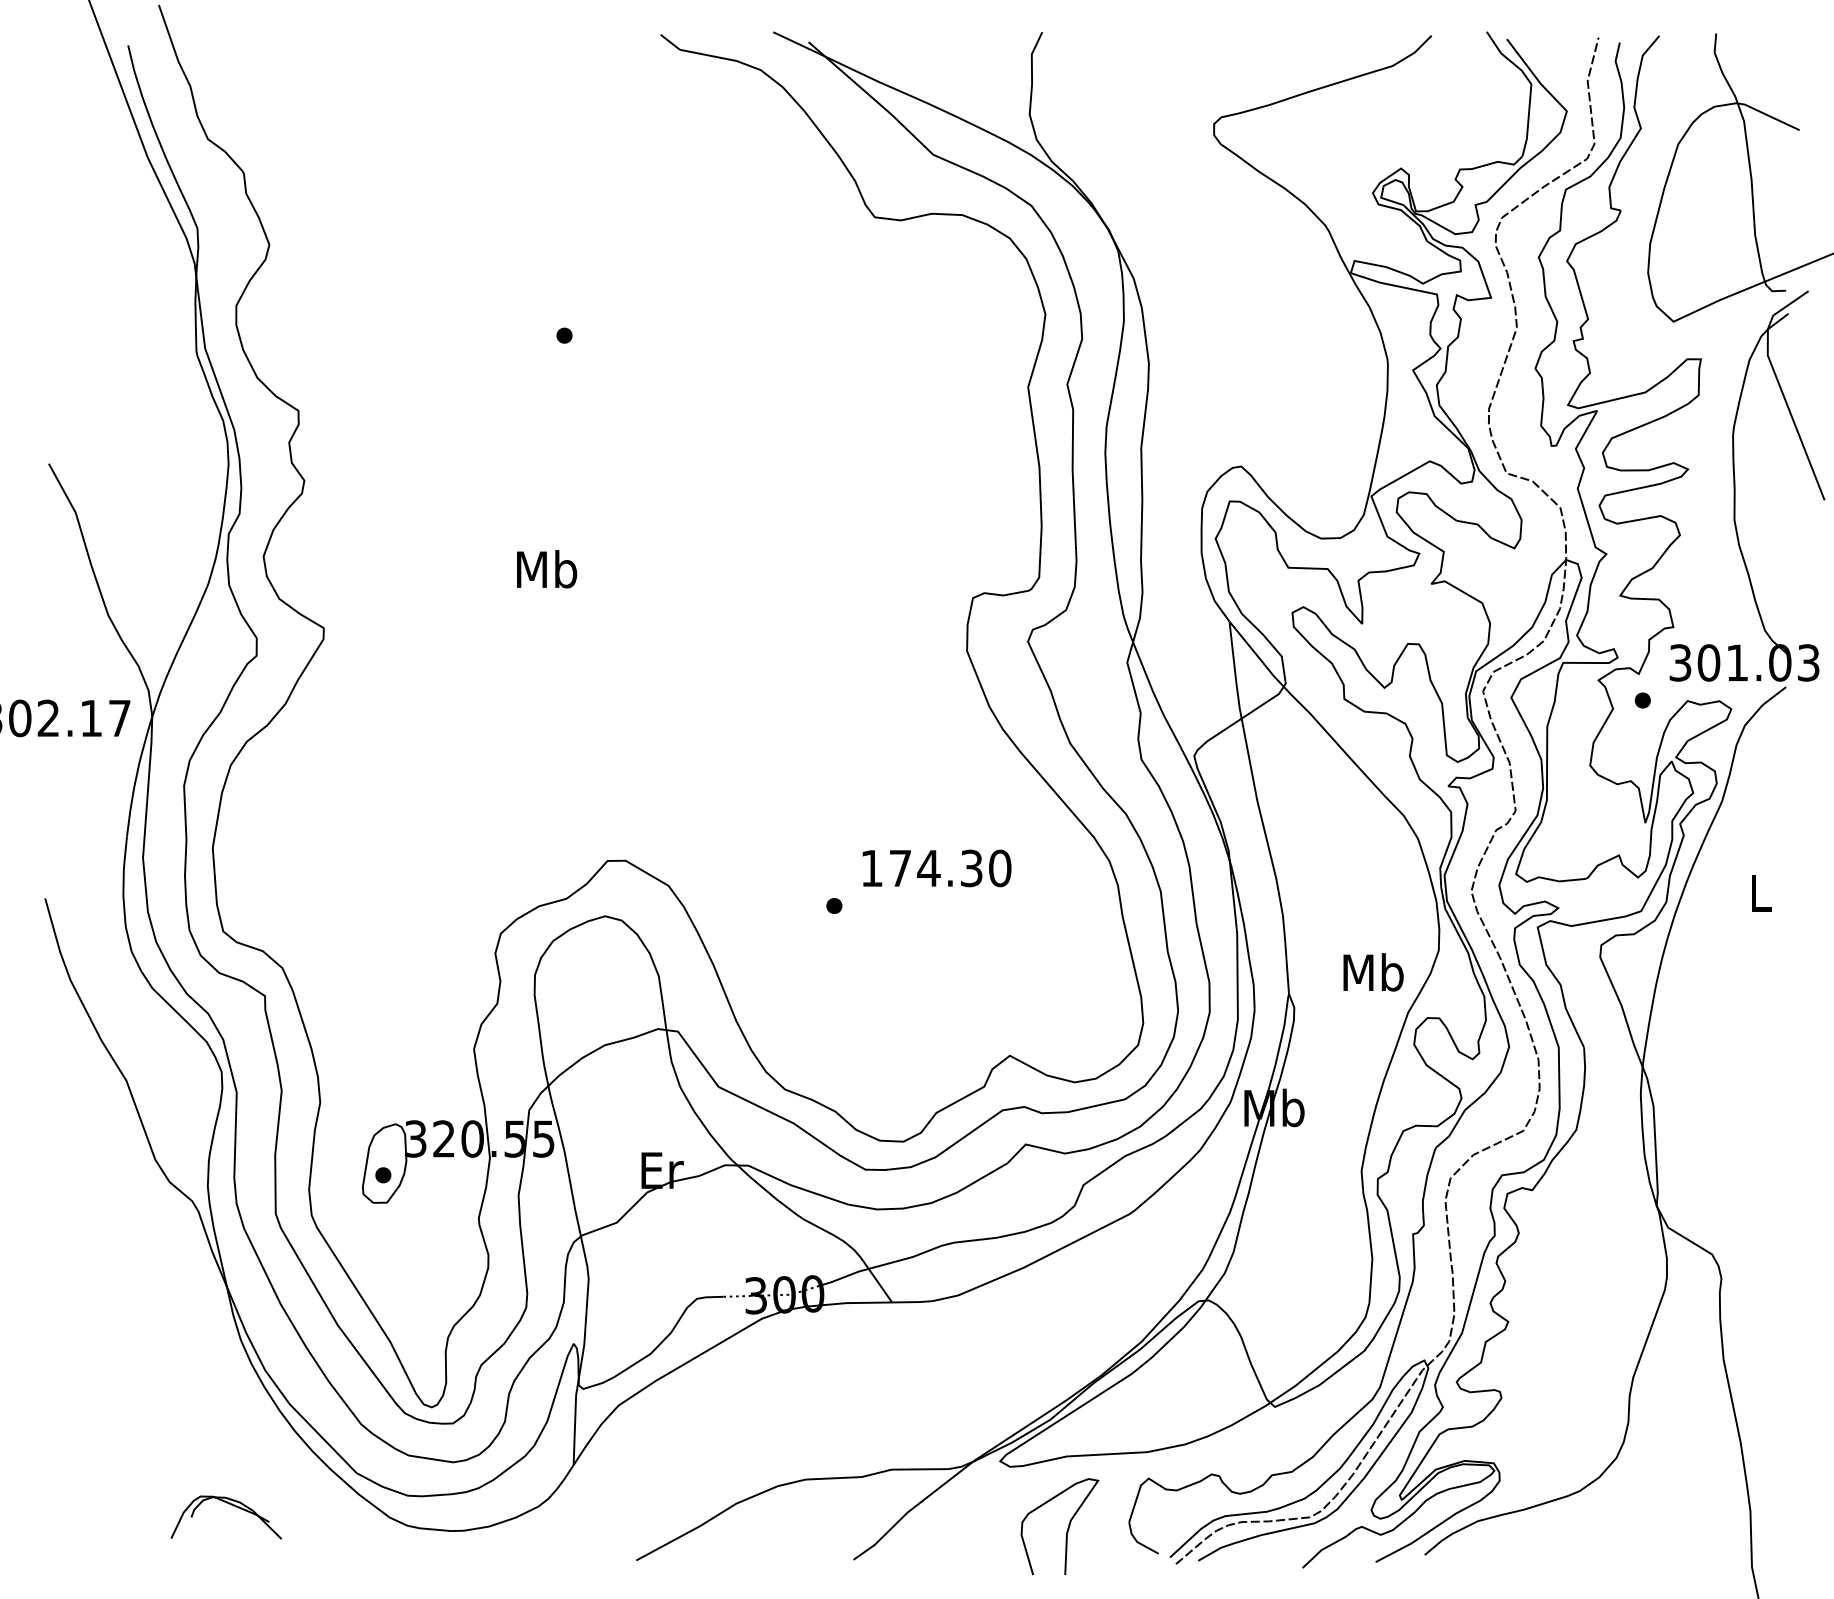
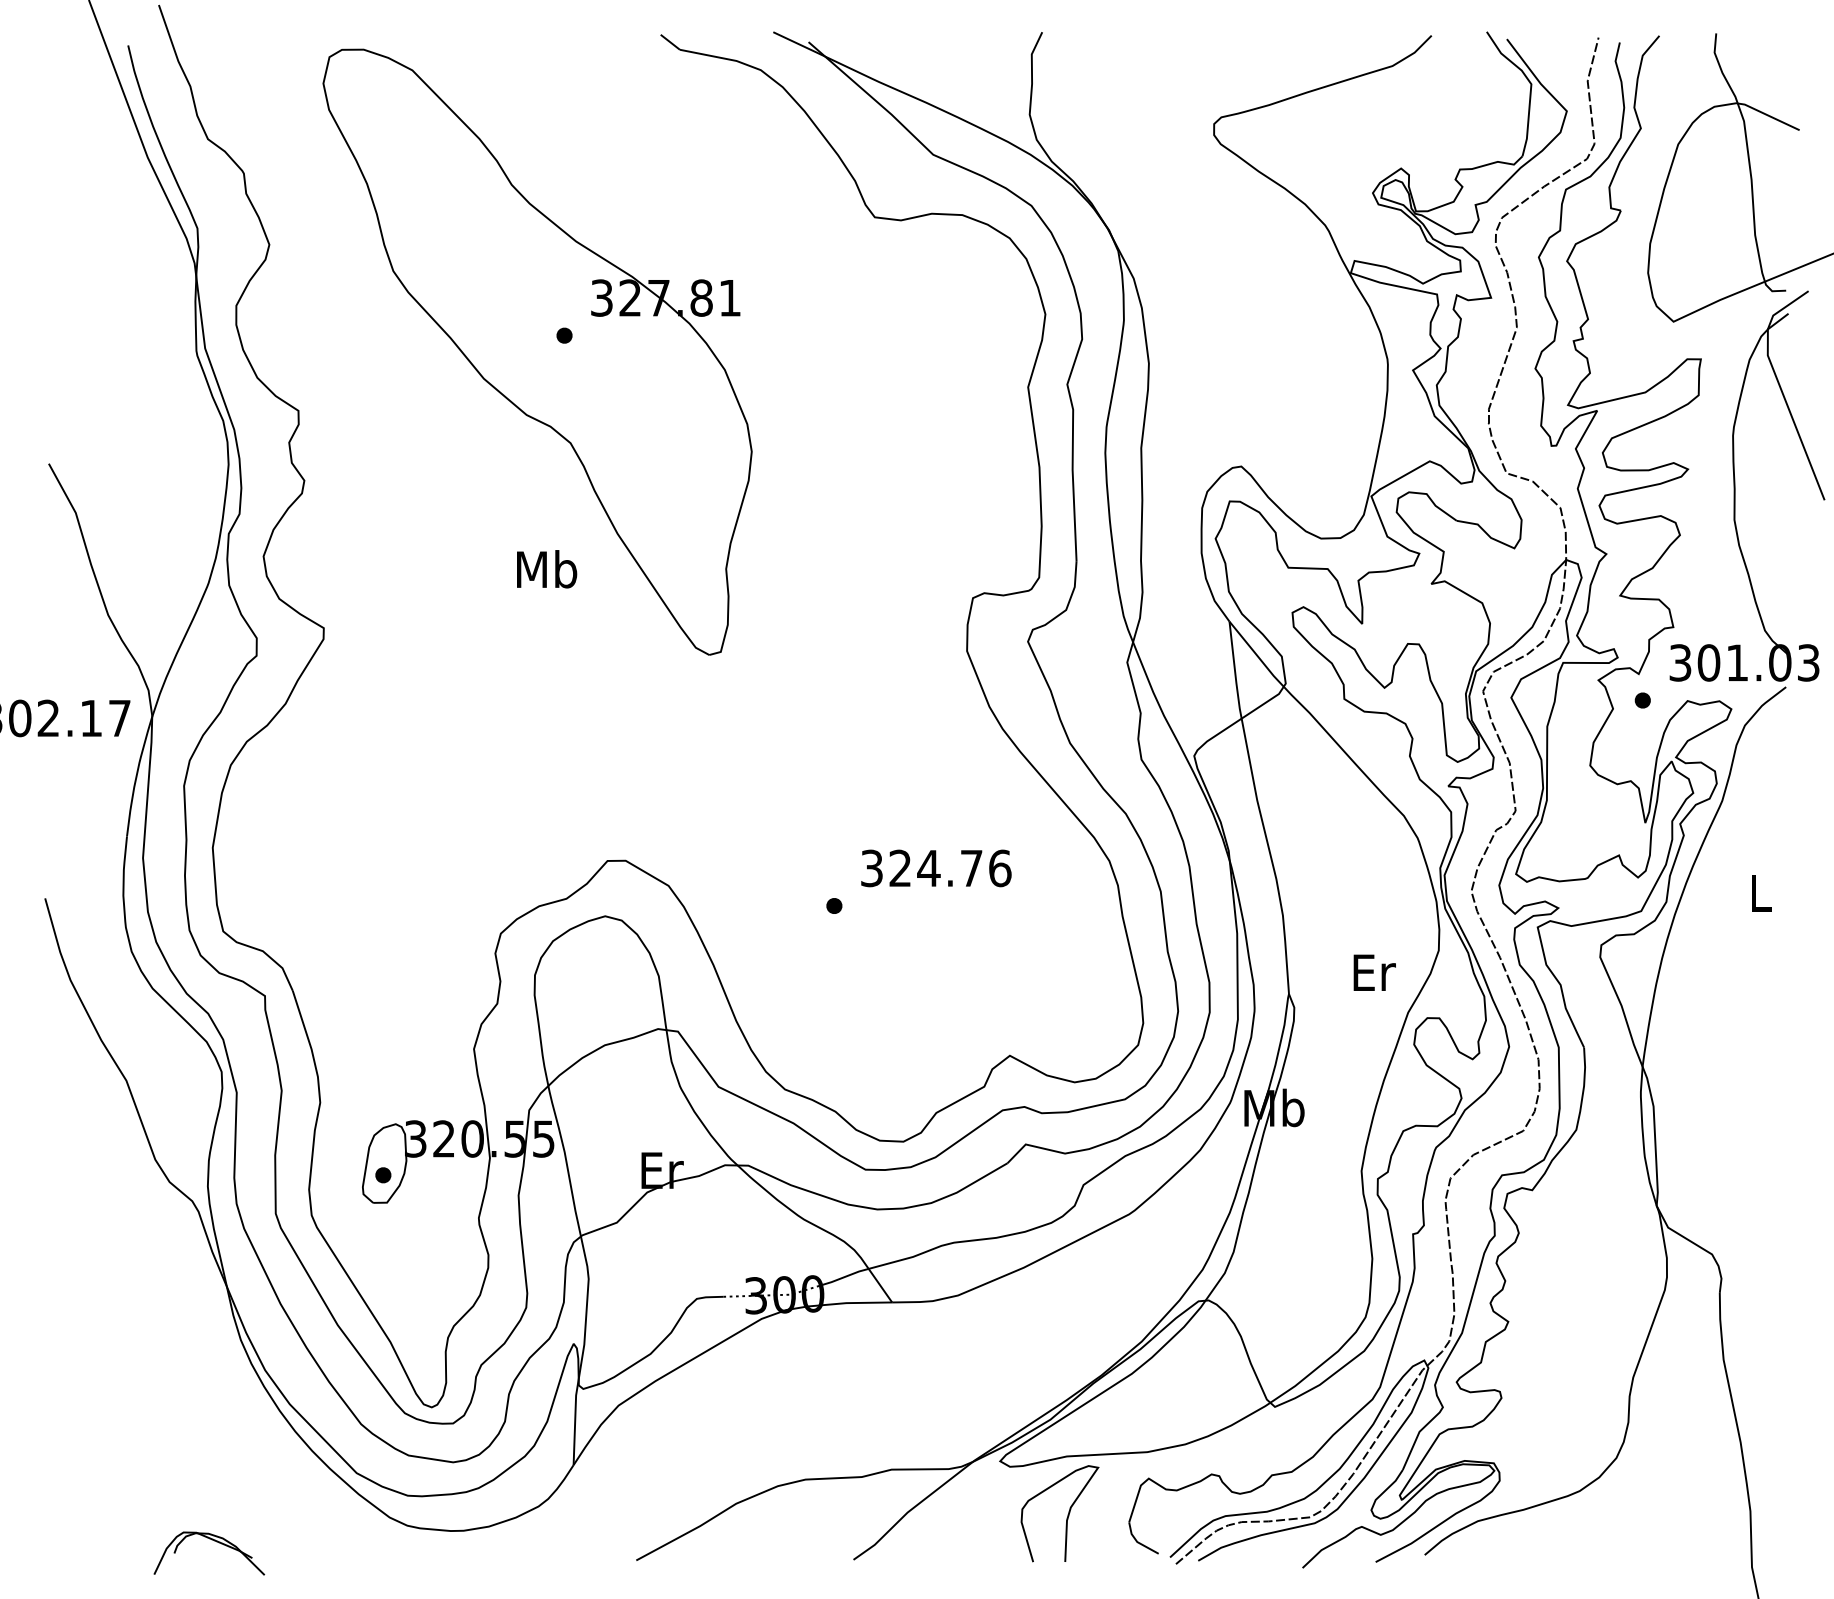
part at (537, 351): none -> present
text at (936, 868): 174.30 -> 324.76
text at (1373, 972): Mb -> Er
part at (231, 1505) position: (231, 1505) -> (214, 1541)
curve at (1067, 1527) position: (1067, 1527) -> (1067, 1514)
